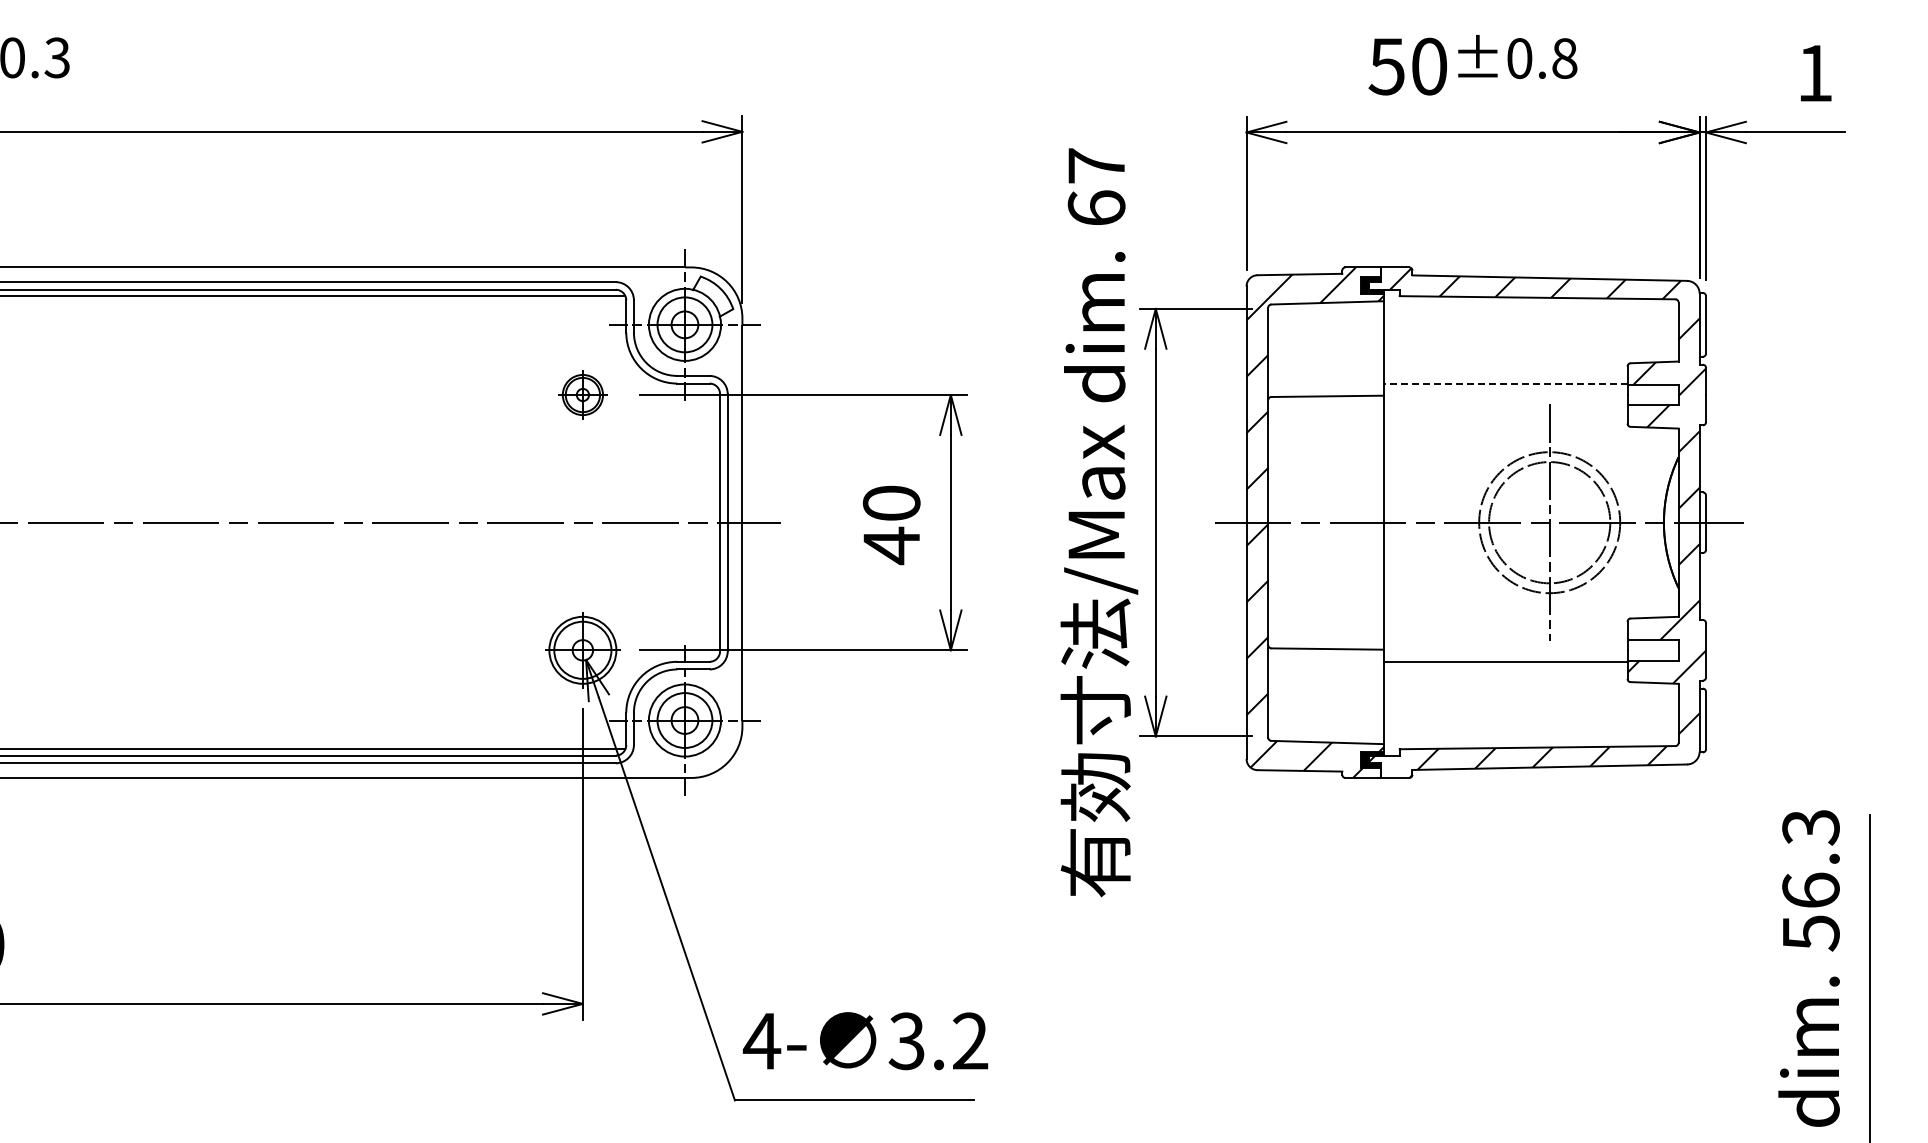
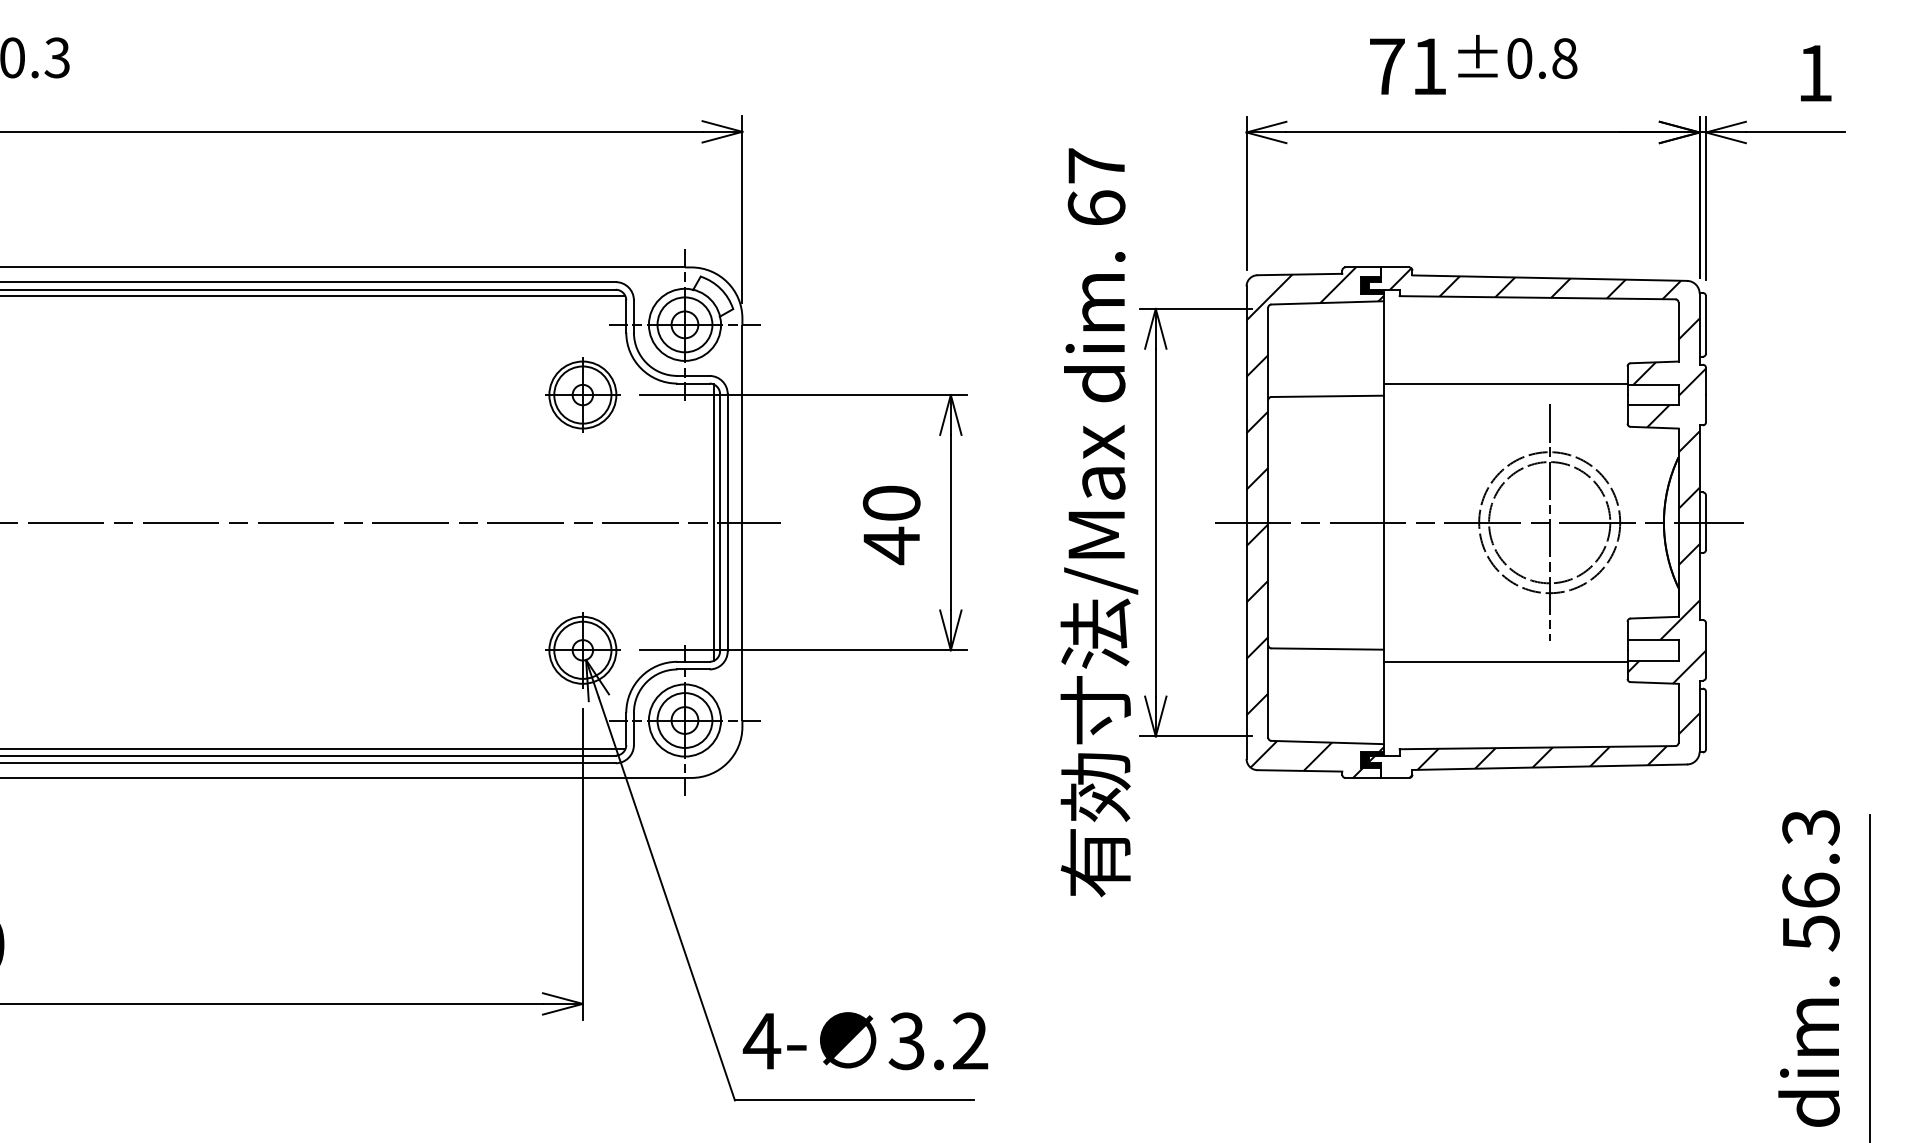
text at (1407, 66): 50 -> 71
line at (1505, 383): dashed -> solid
part at (582, 394) size: 50x50 px -> 76x76 px
line at (713, 522): none -> present
